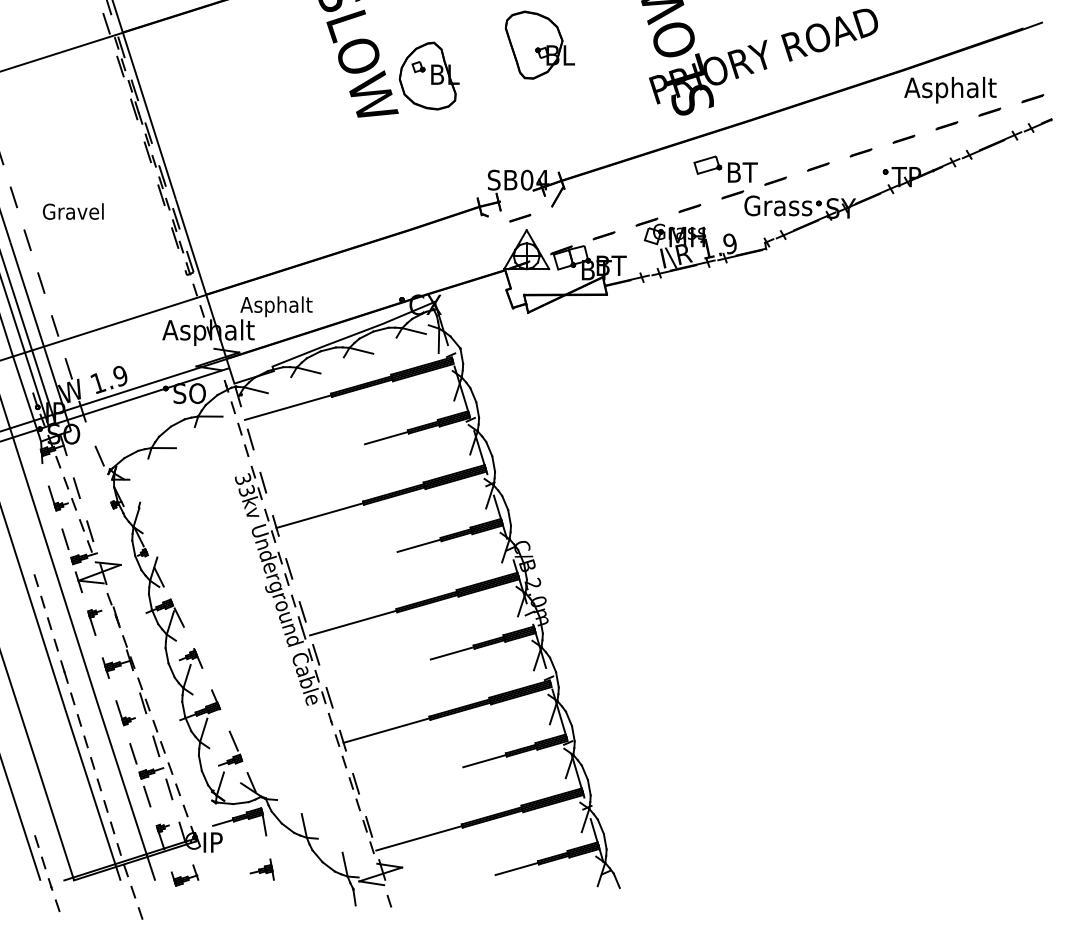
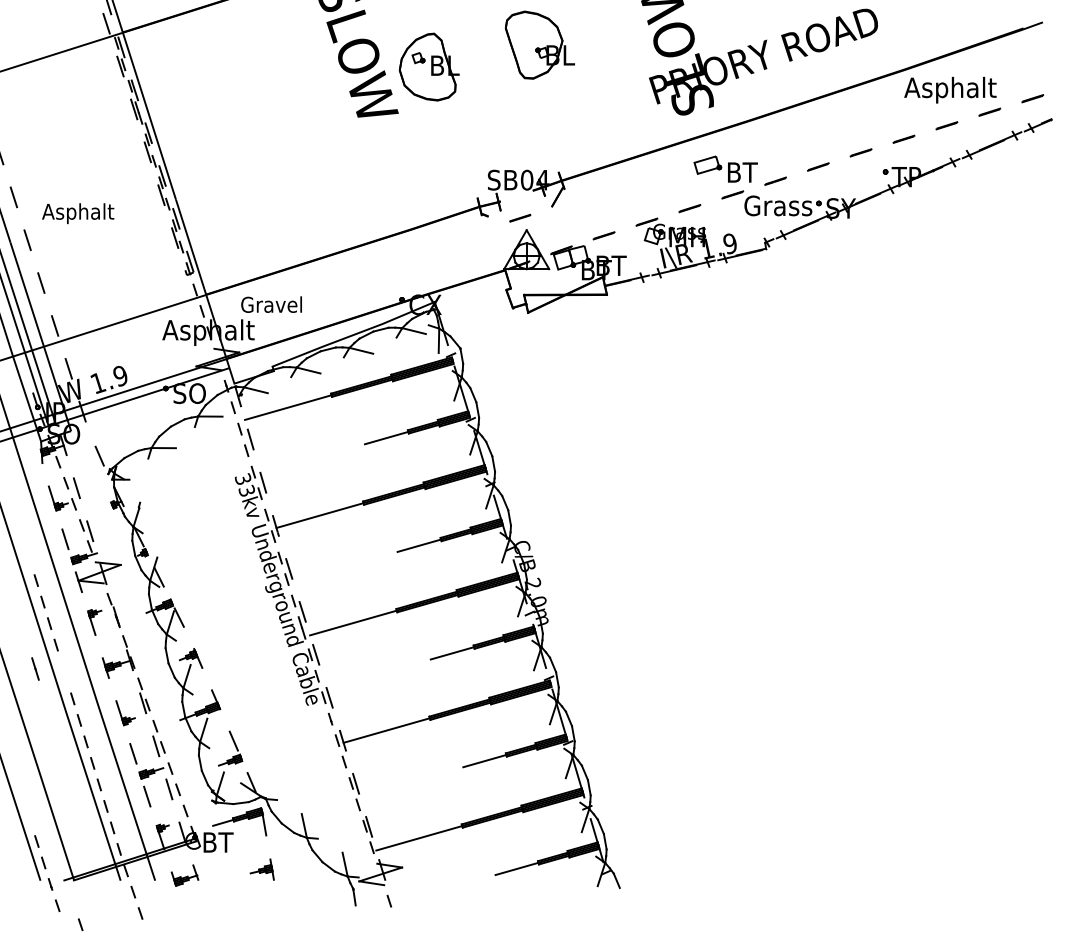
part at (428, 75) position: (428, 75) -> (428, 66)
text at (78, 213): Gravel -> Asphalt
text at (276, 306): Asphalt -> Gravel
line at (64, 671) position: (64, 671) -> (35, 668)
text at (219, 842): IP -> BT
line at (80, 924): none -> present
